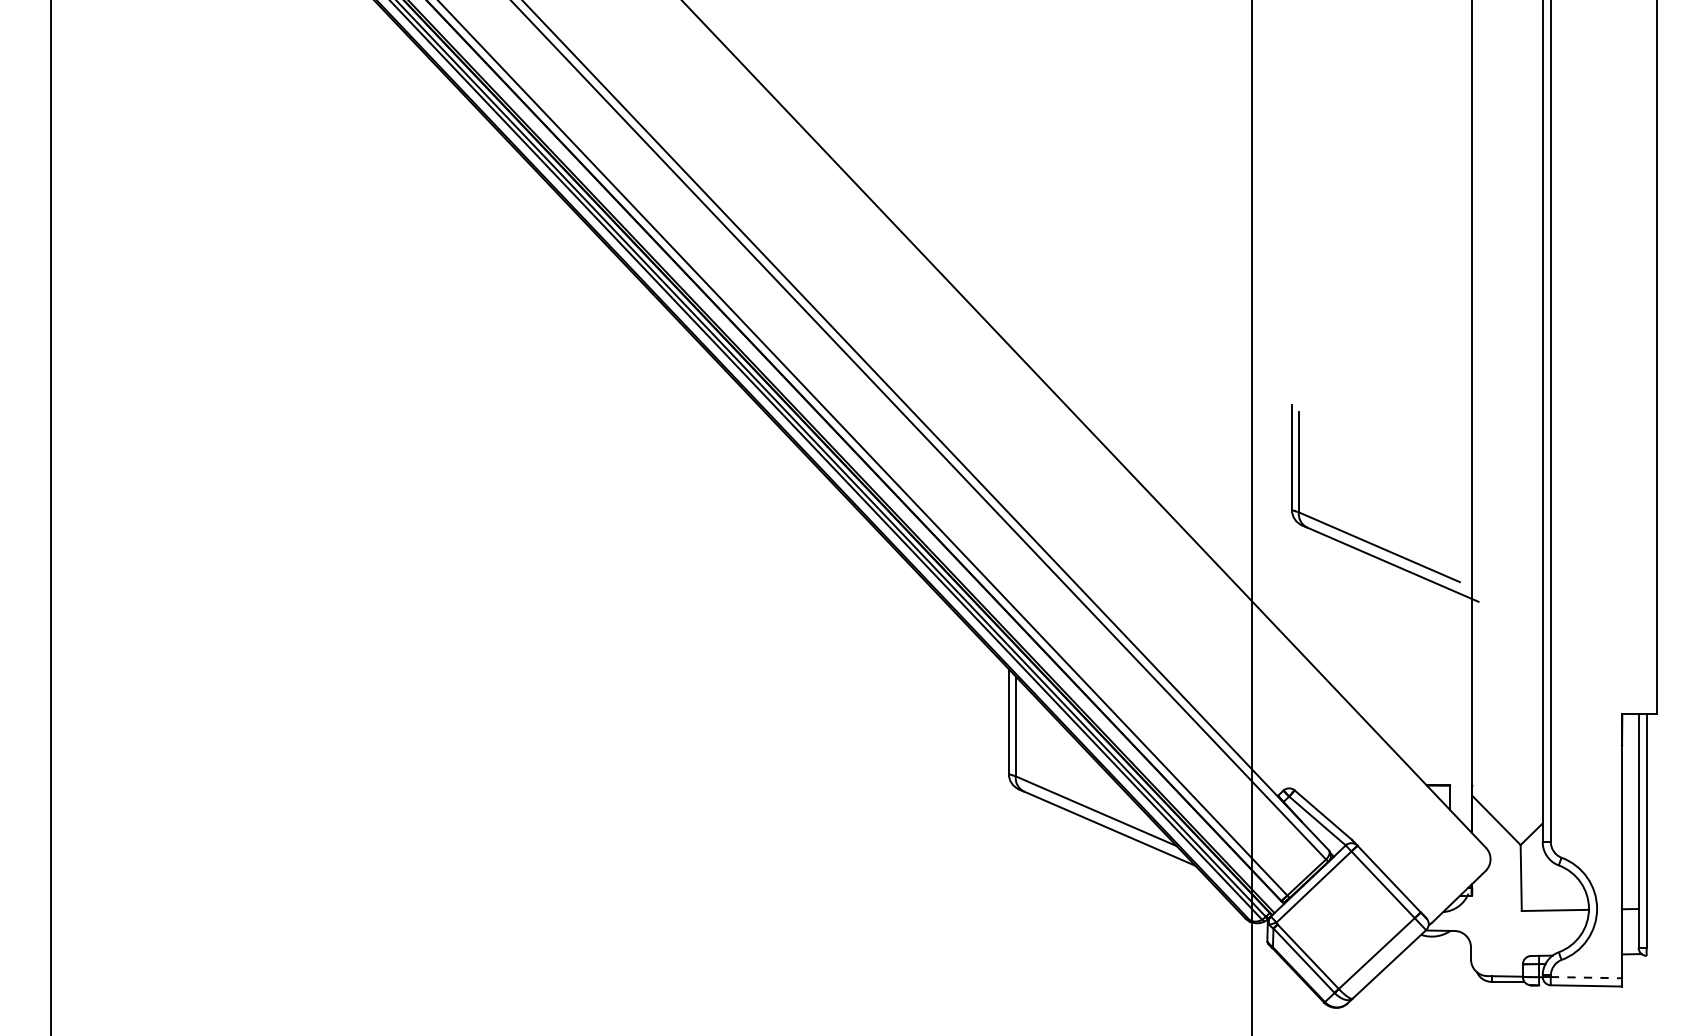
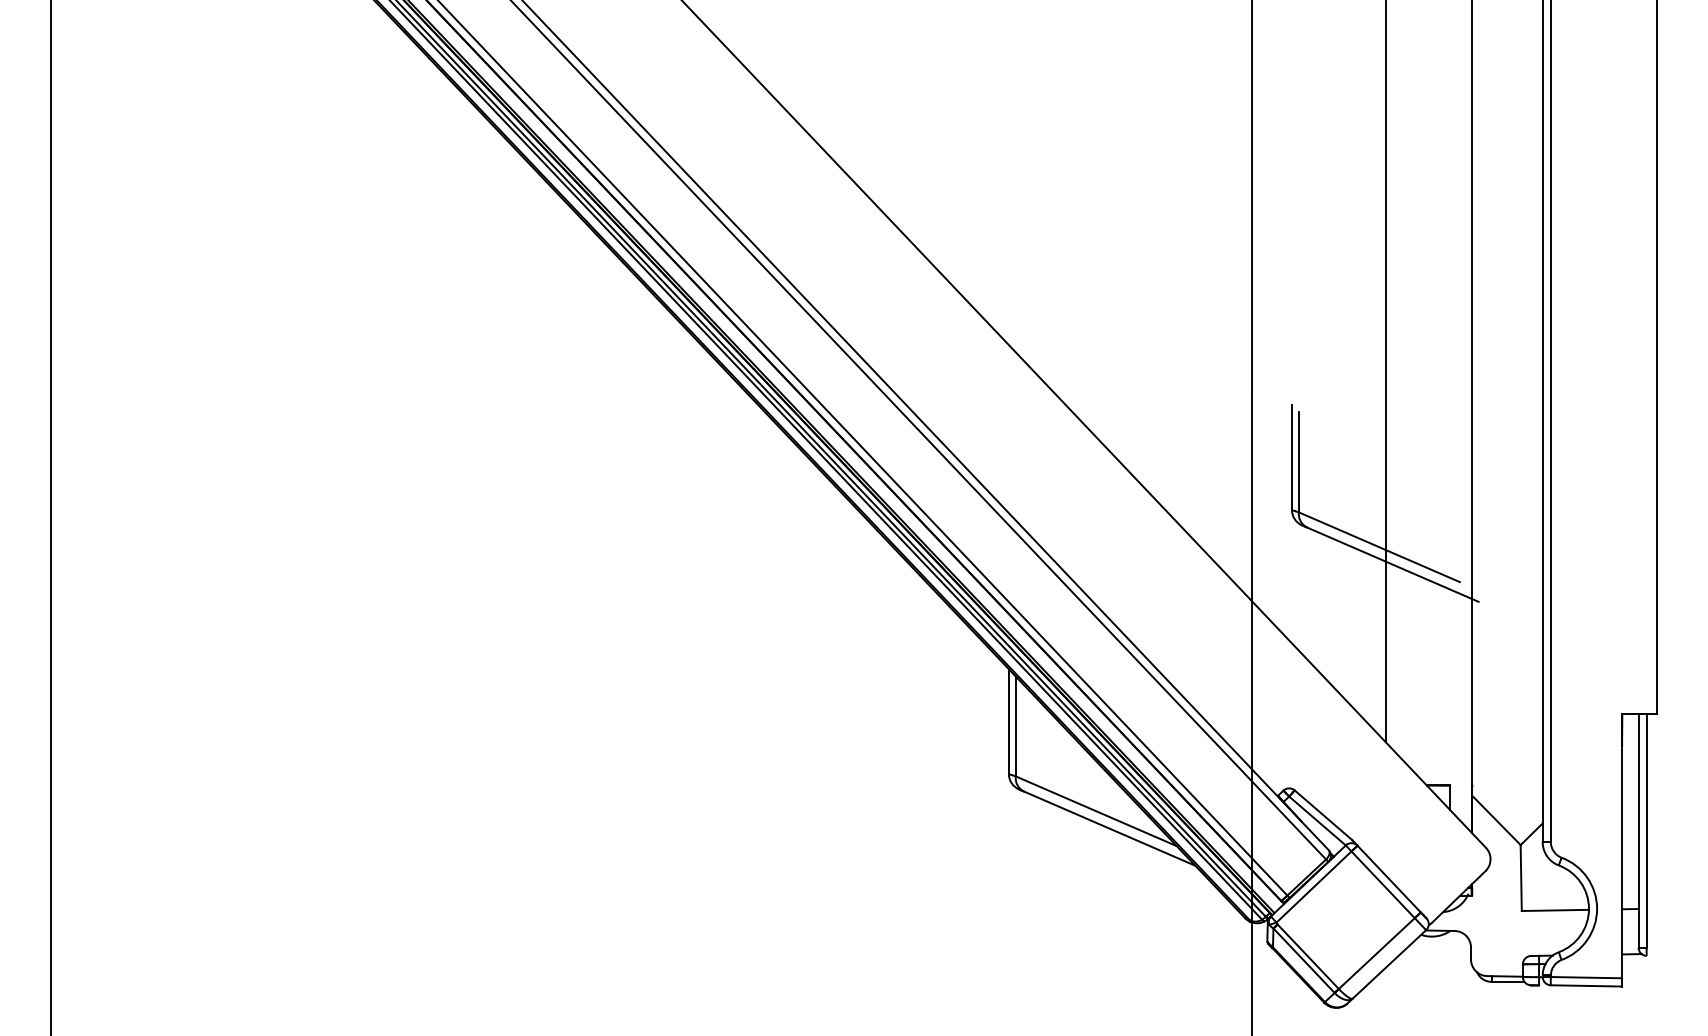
line at (1385, 372): none -> present
line at (1586, 977): dashed -> solid
